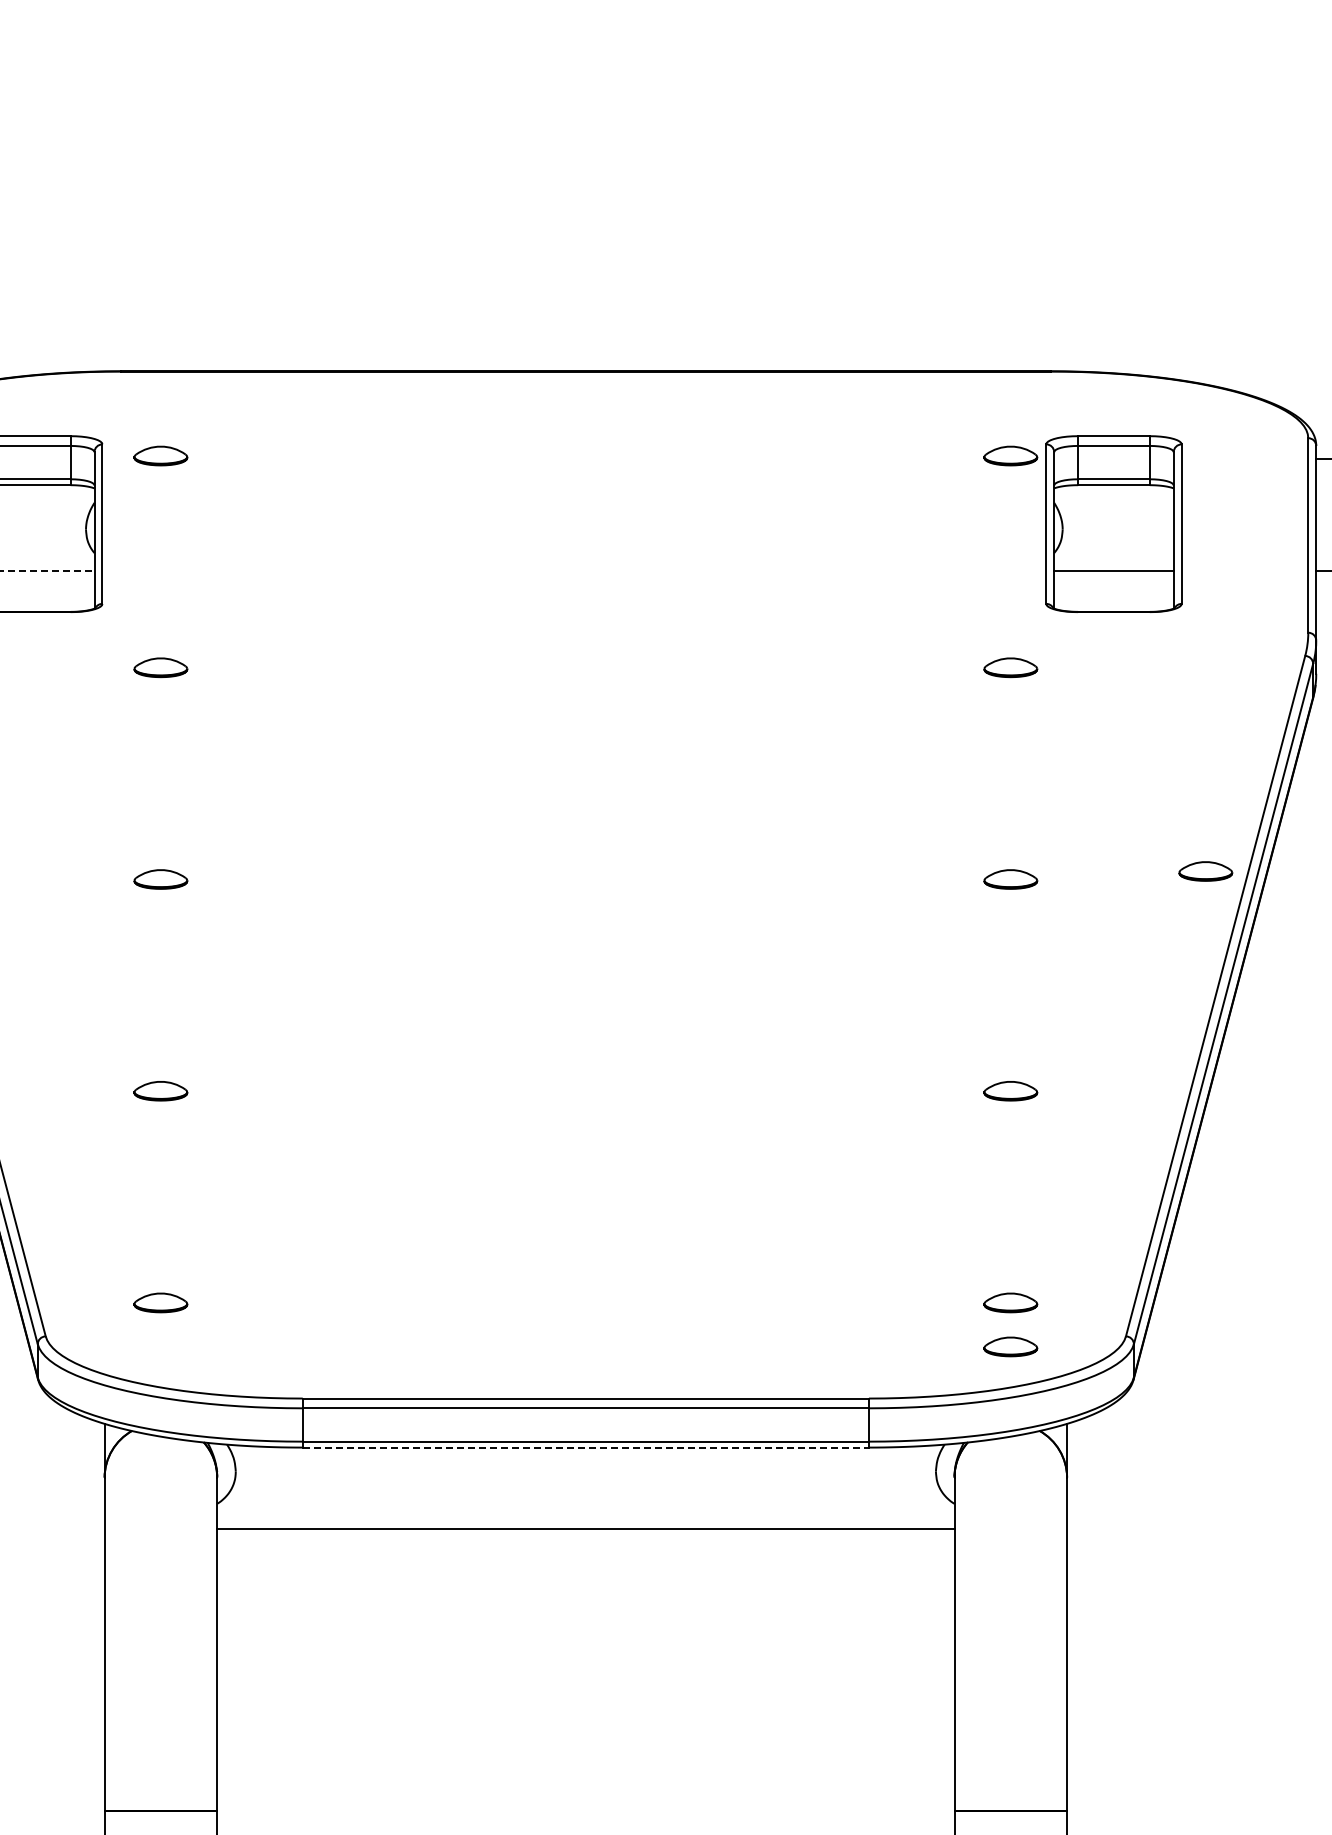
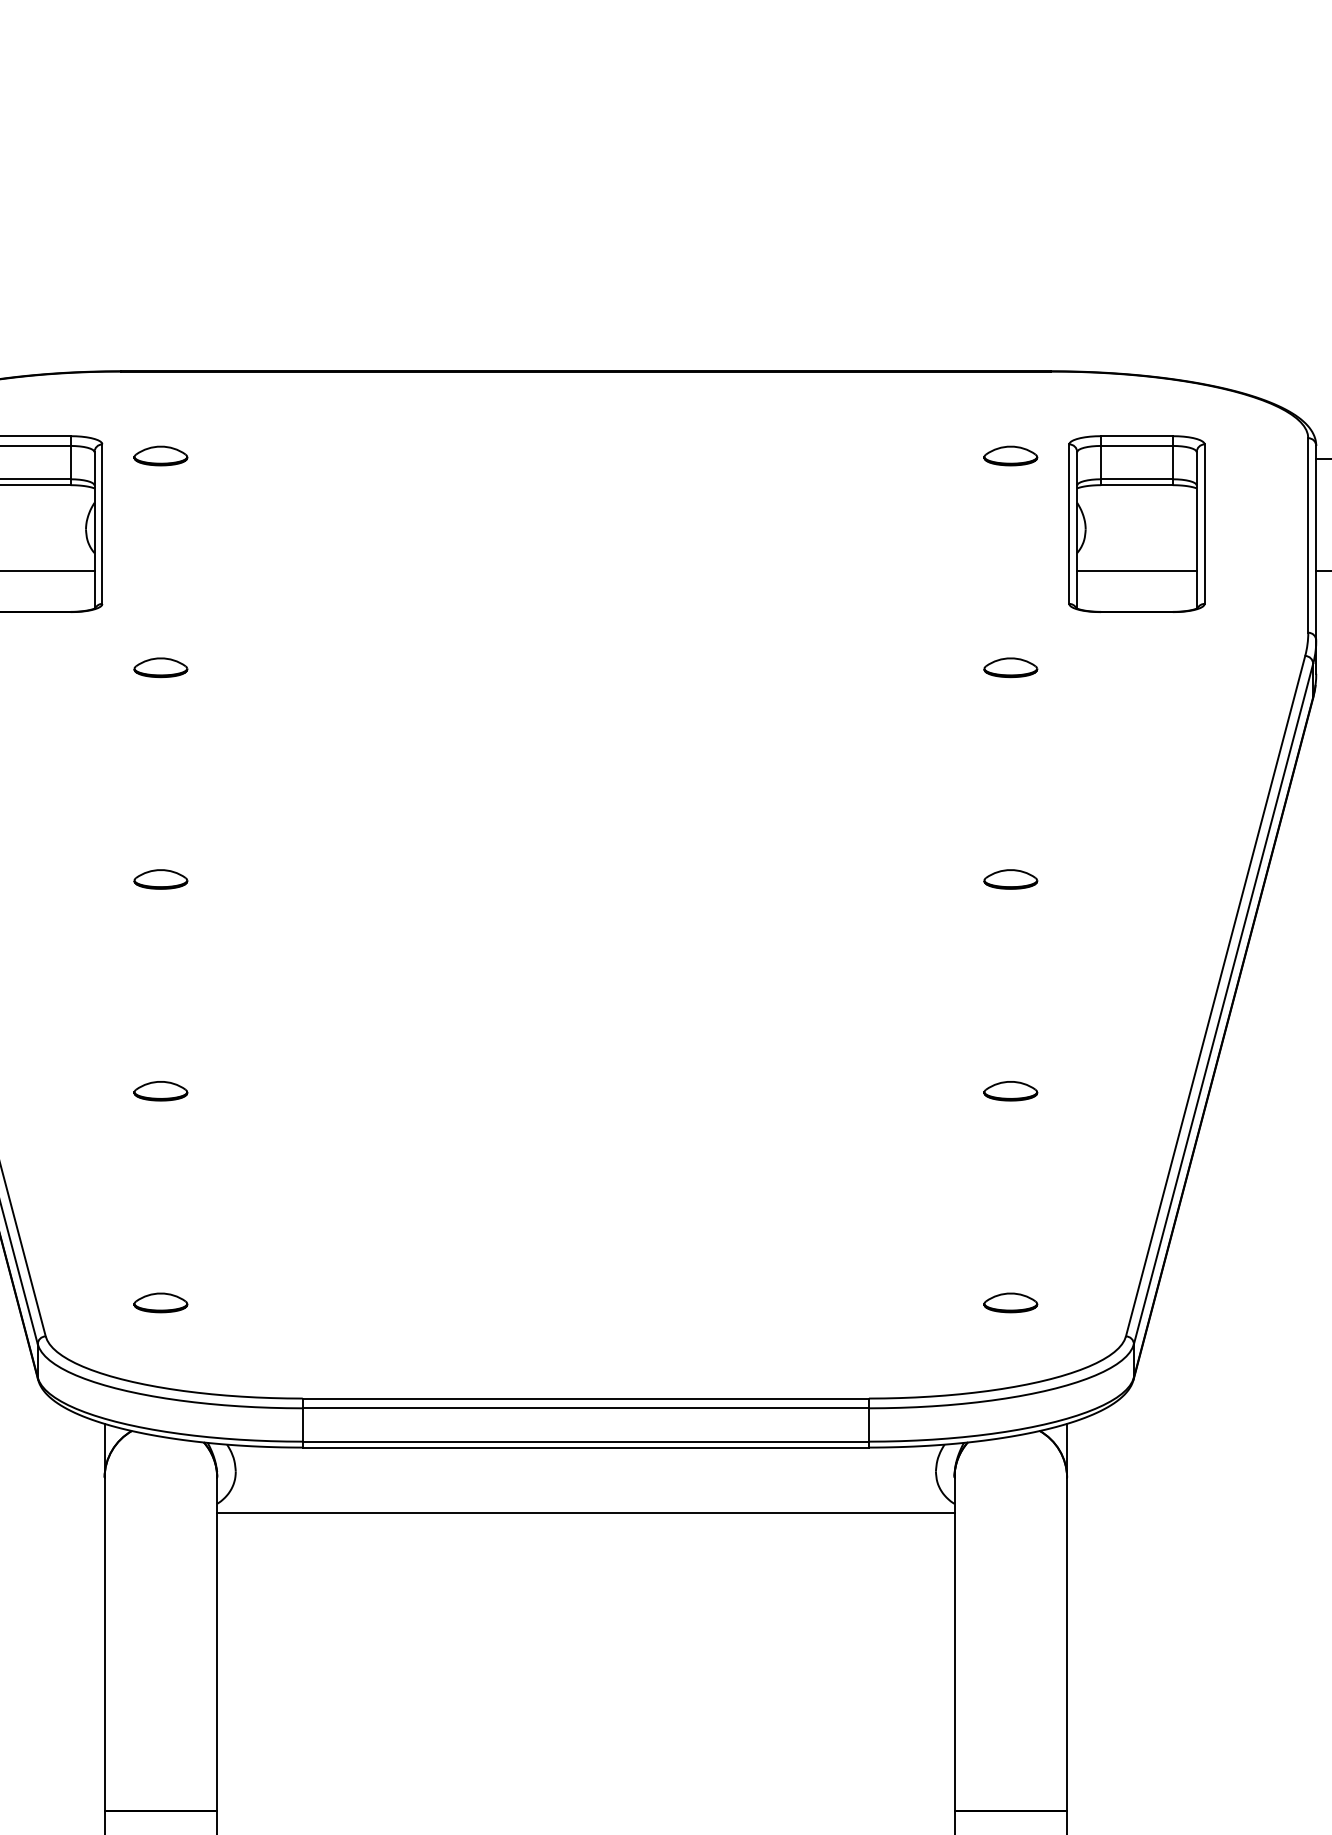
part at (1113, 523) position: (1113, 523) -> (1136, 523)
line at (47, 571): dashed -> solid
part at (1205, 871): present -> none
part at (1010, 1346): present -> none
line at (586, 1447): dashed -> solid
line at (585, 1529) position: (585, 1529) -> (585, 1513)
